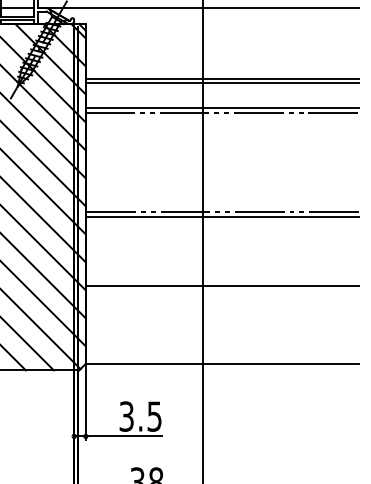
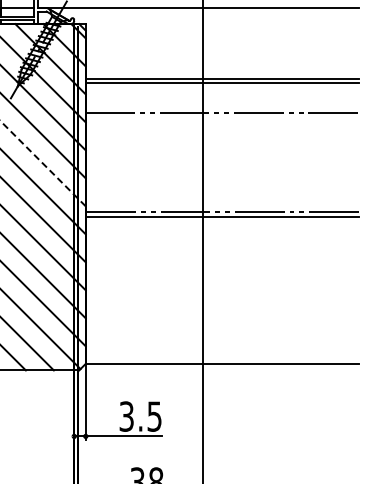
line at (221, 108): present -> none
line at (42, 163): solid -> dashed
line at (221, 286): present -> none
